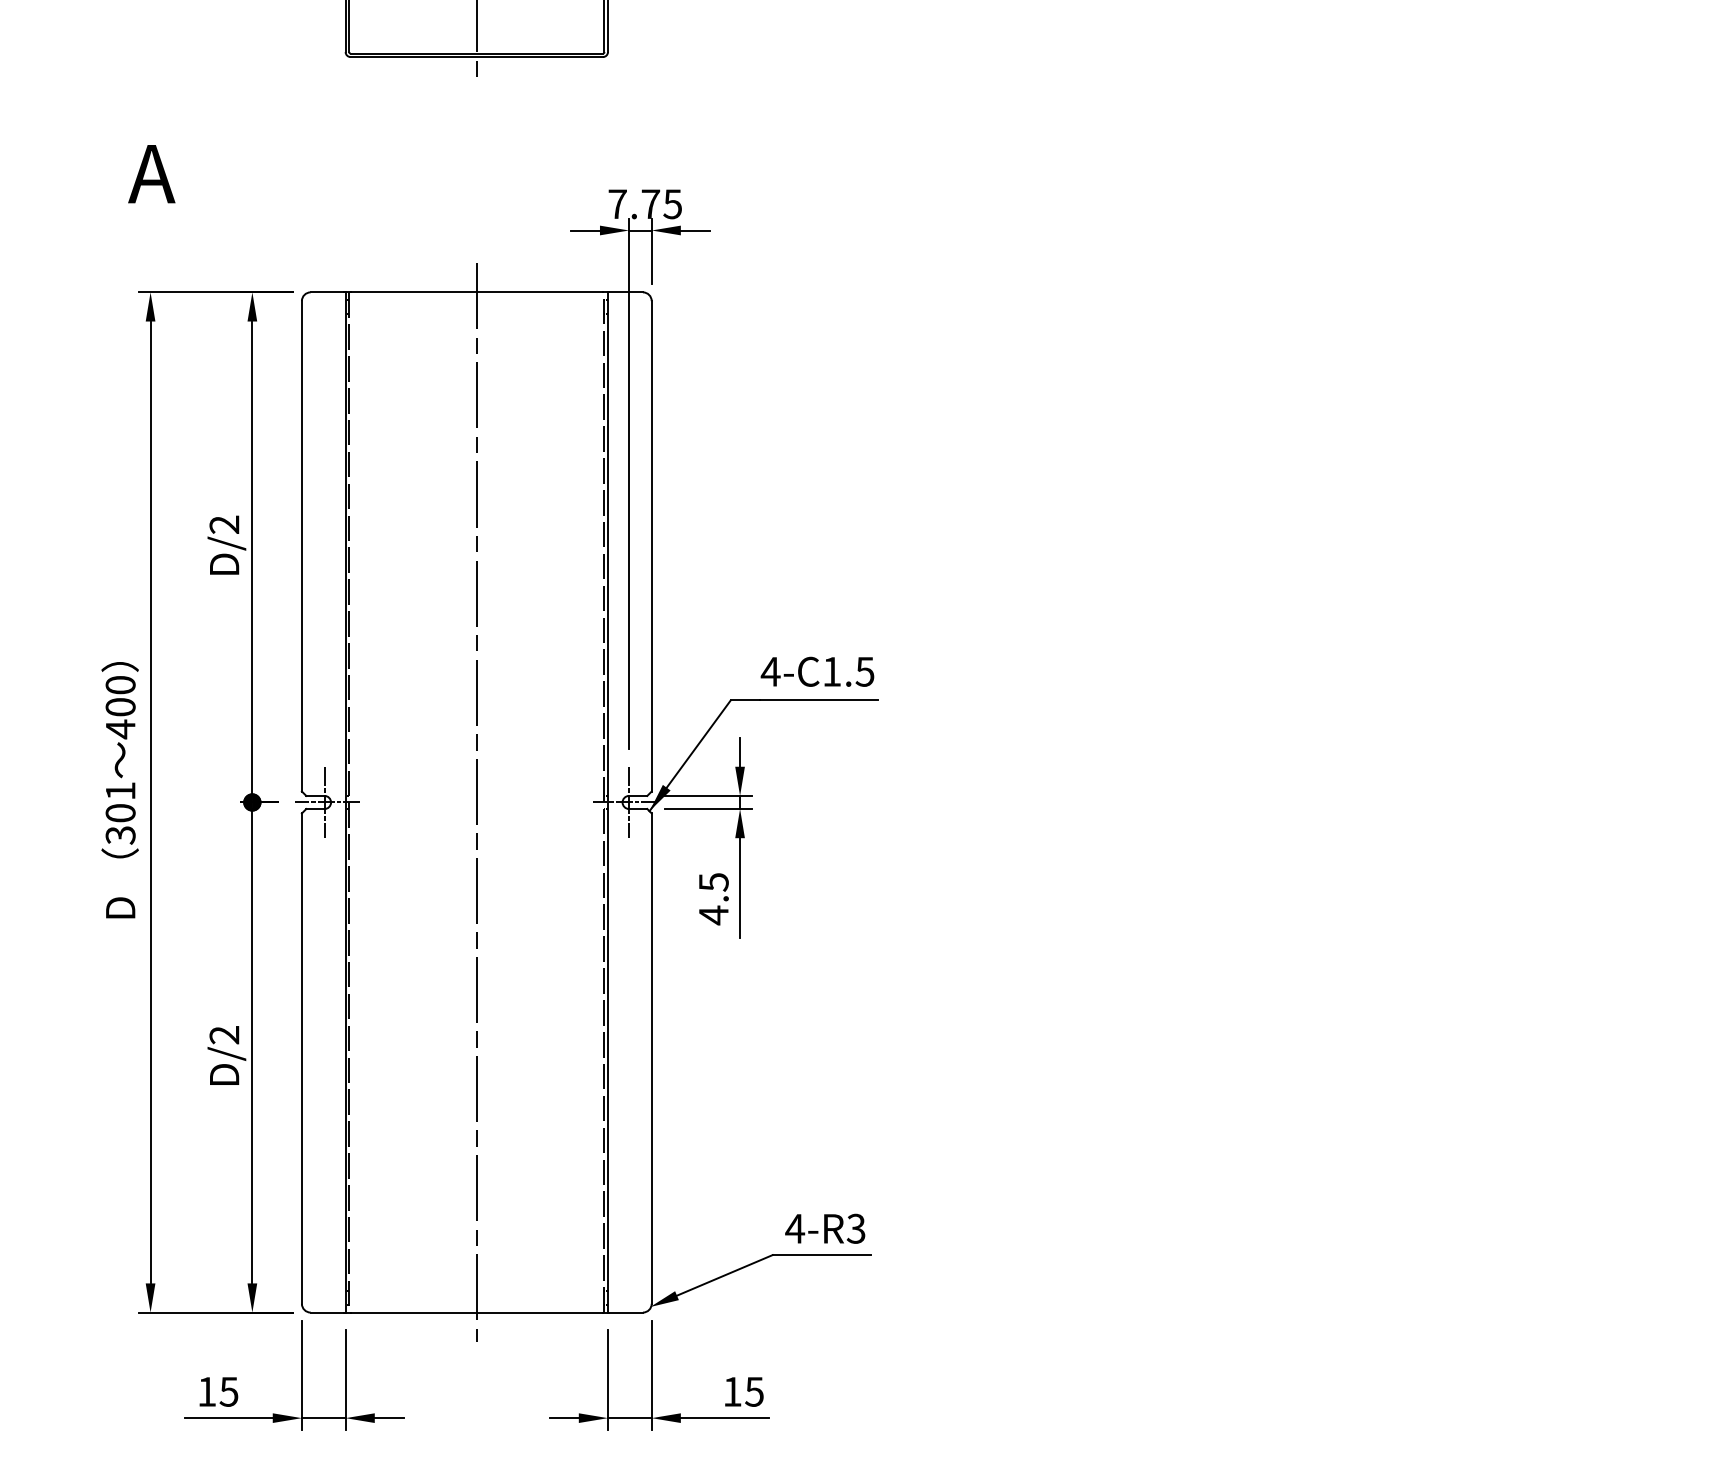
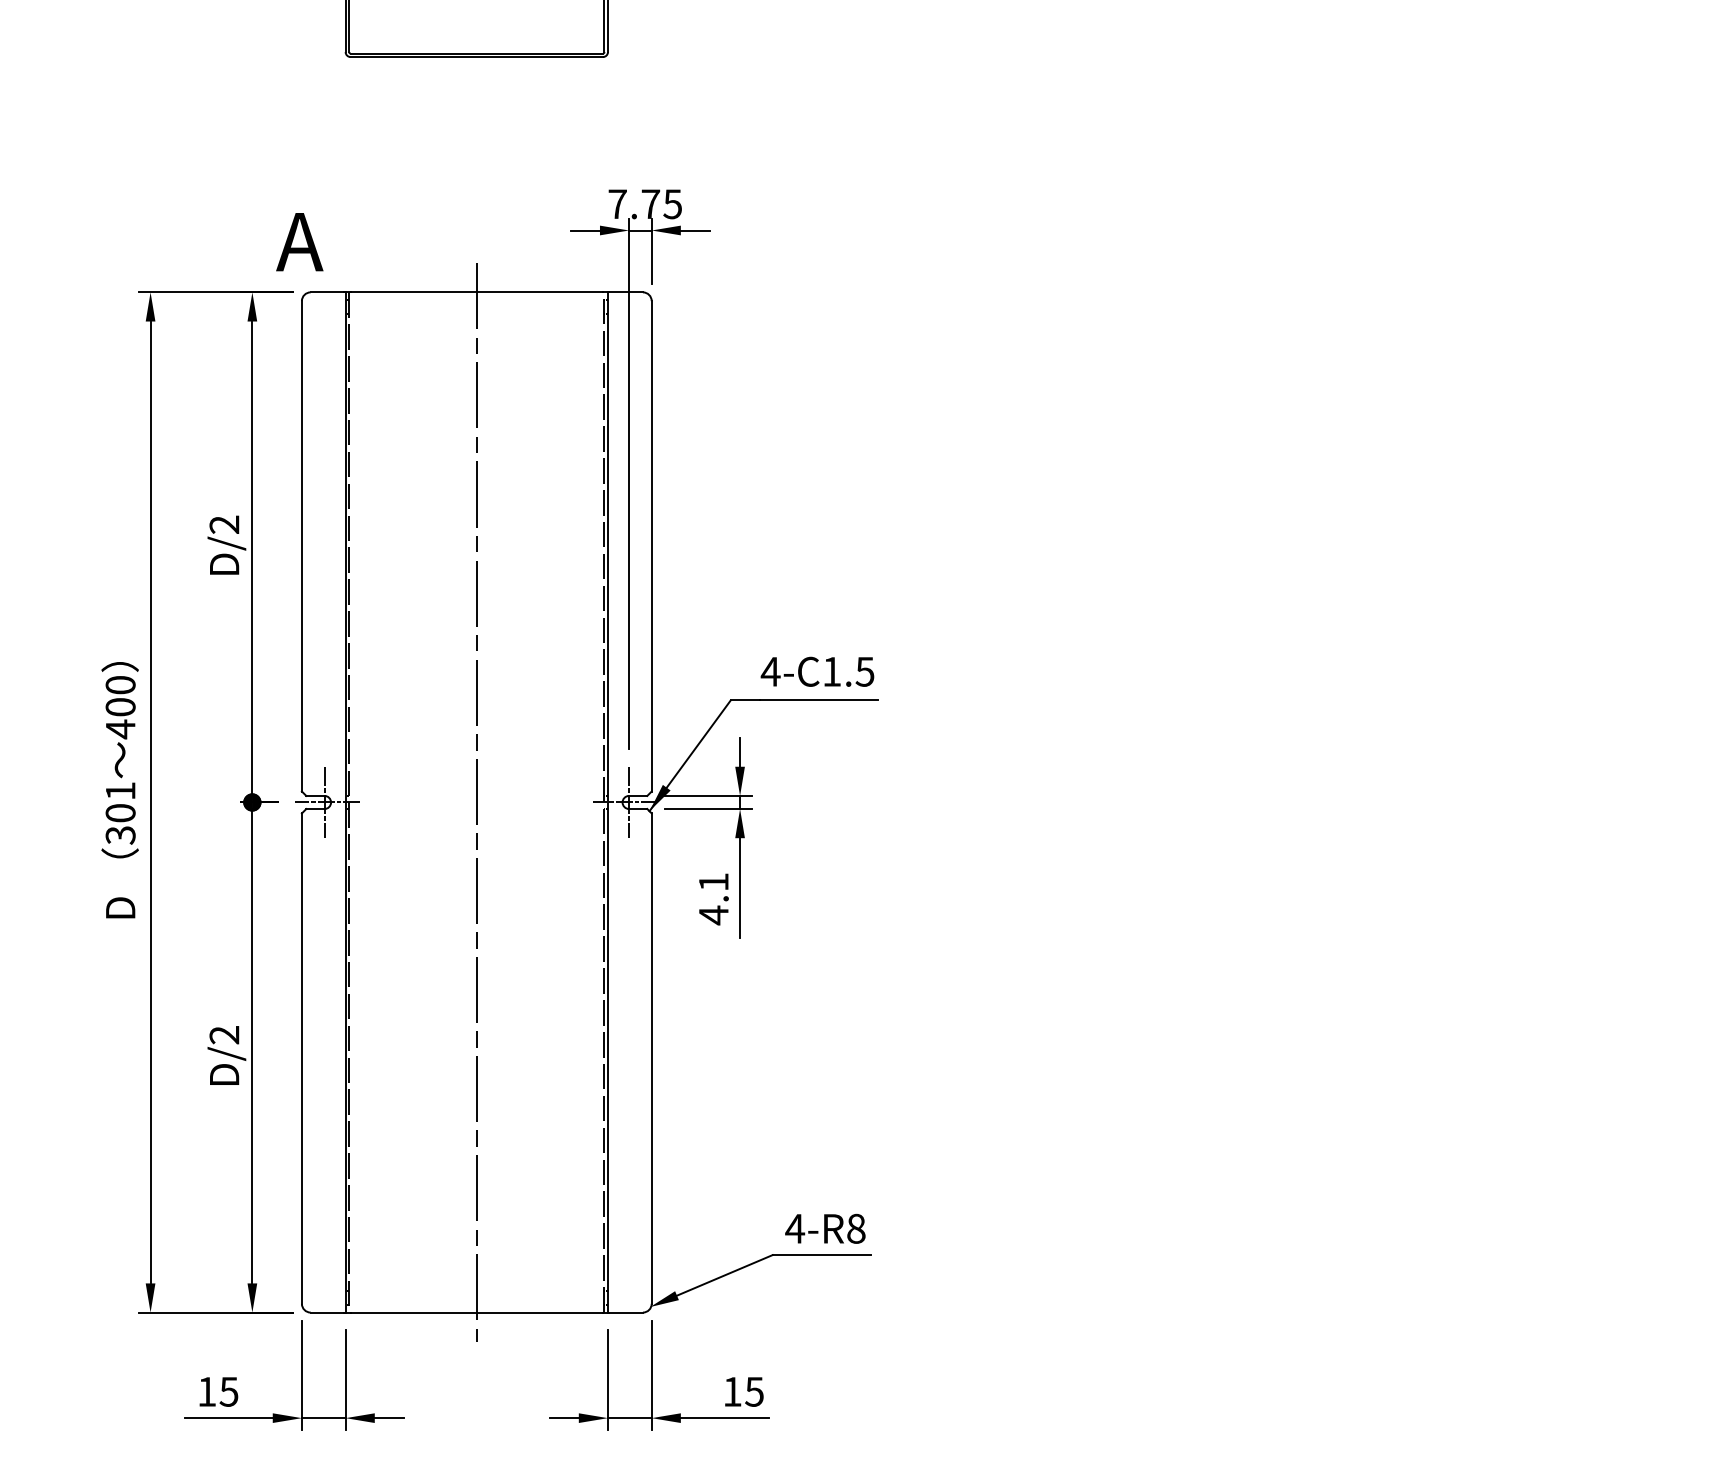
line at (476, 41): present -> none
text at (151, 174) position: (151, 174) -> (299, 242)
text at (713, 882): 4.5 -> 4.1
text at (855, 1228): 4-R3 -> 4-R8
